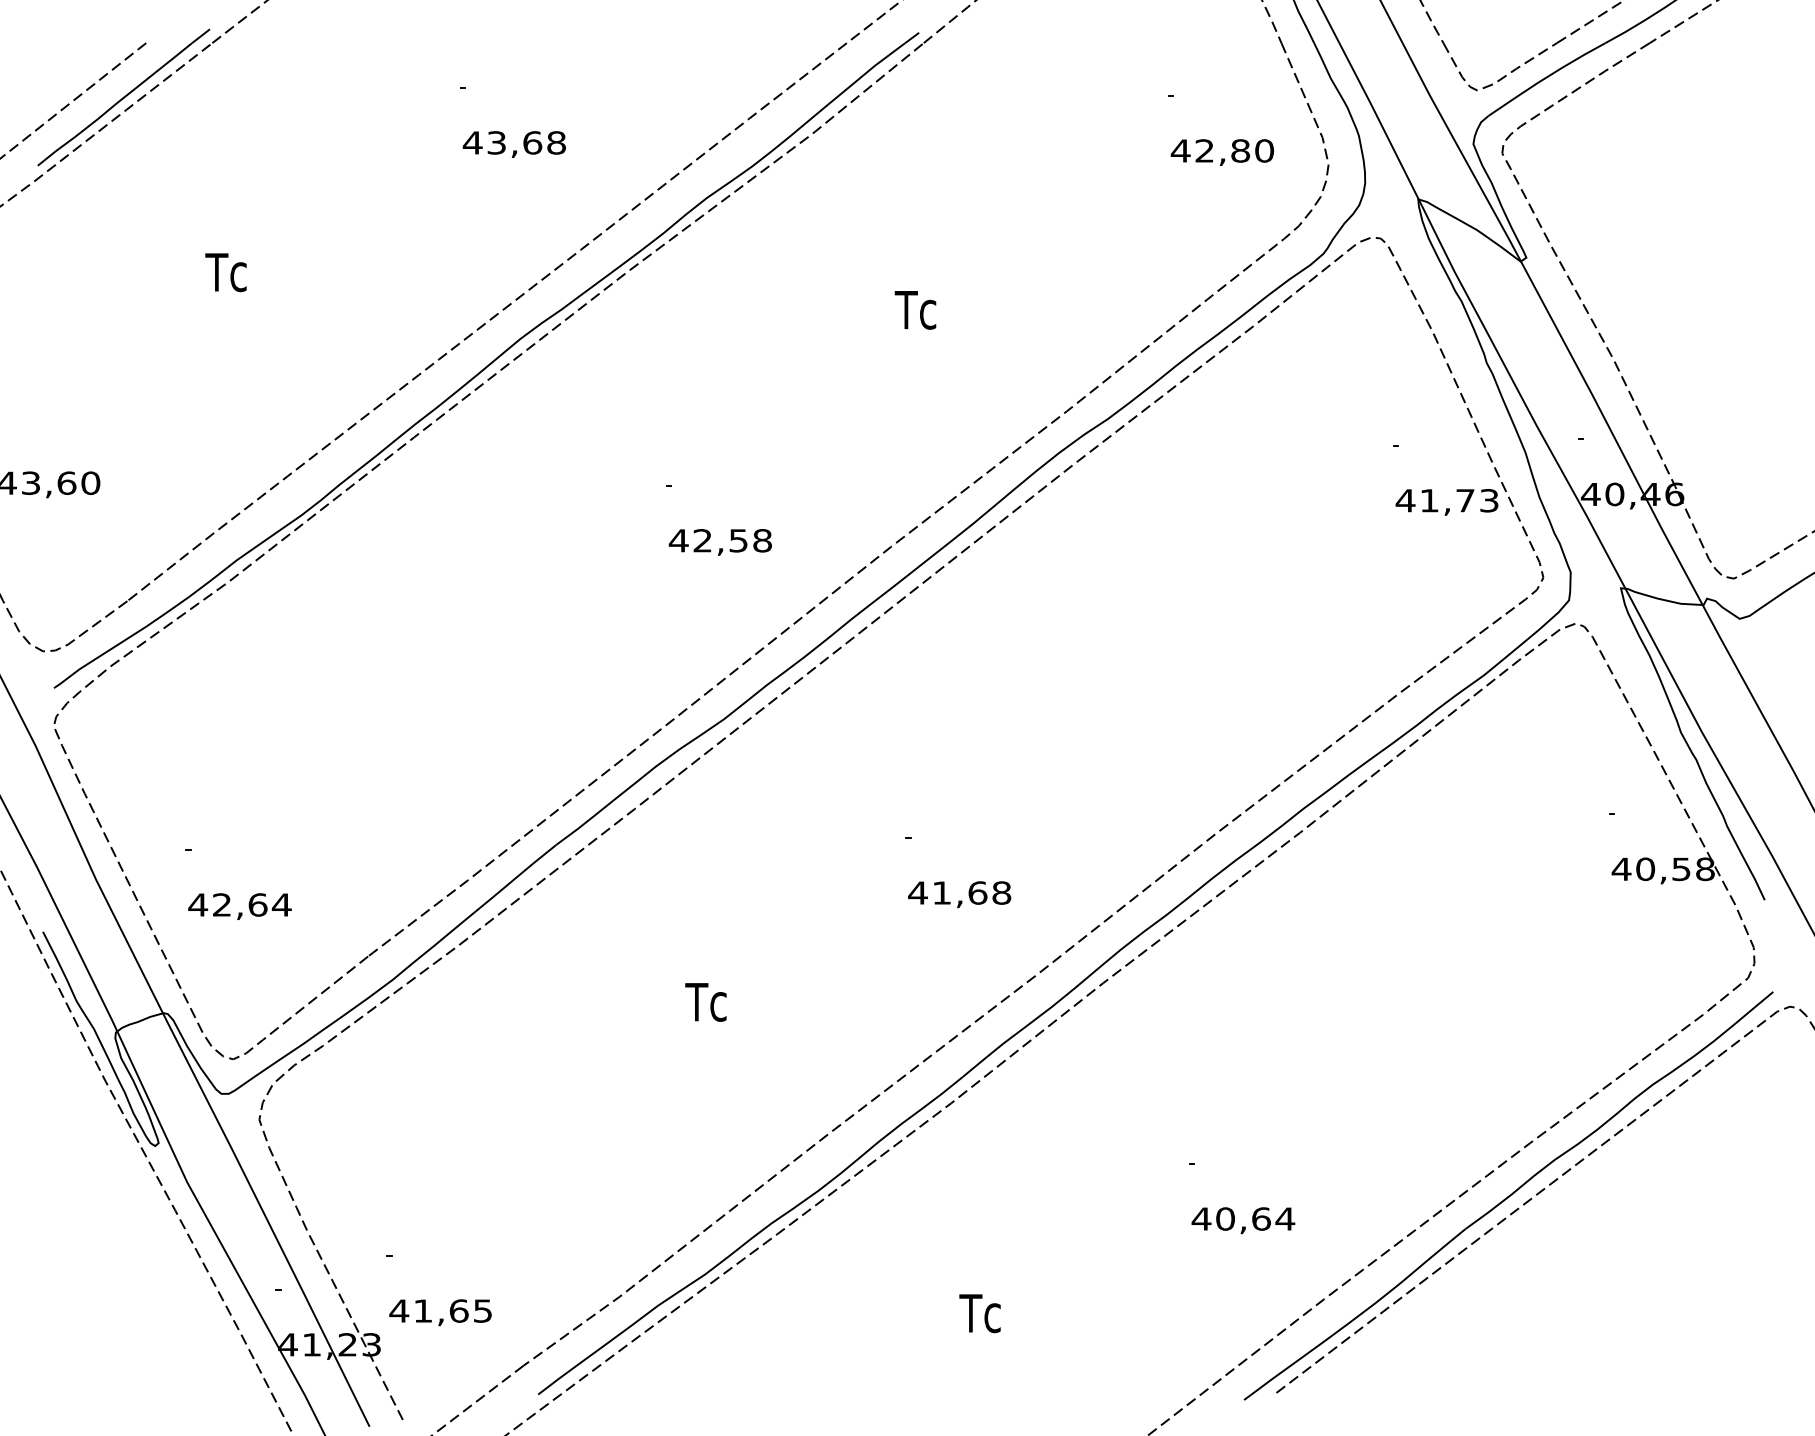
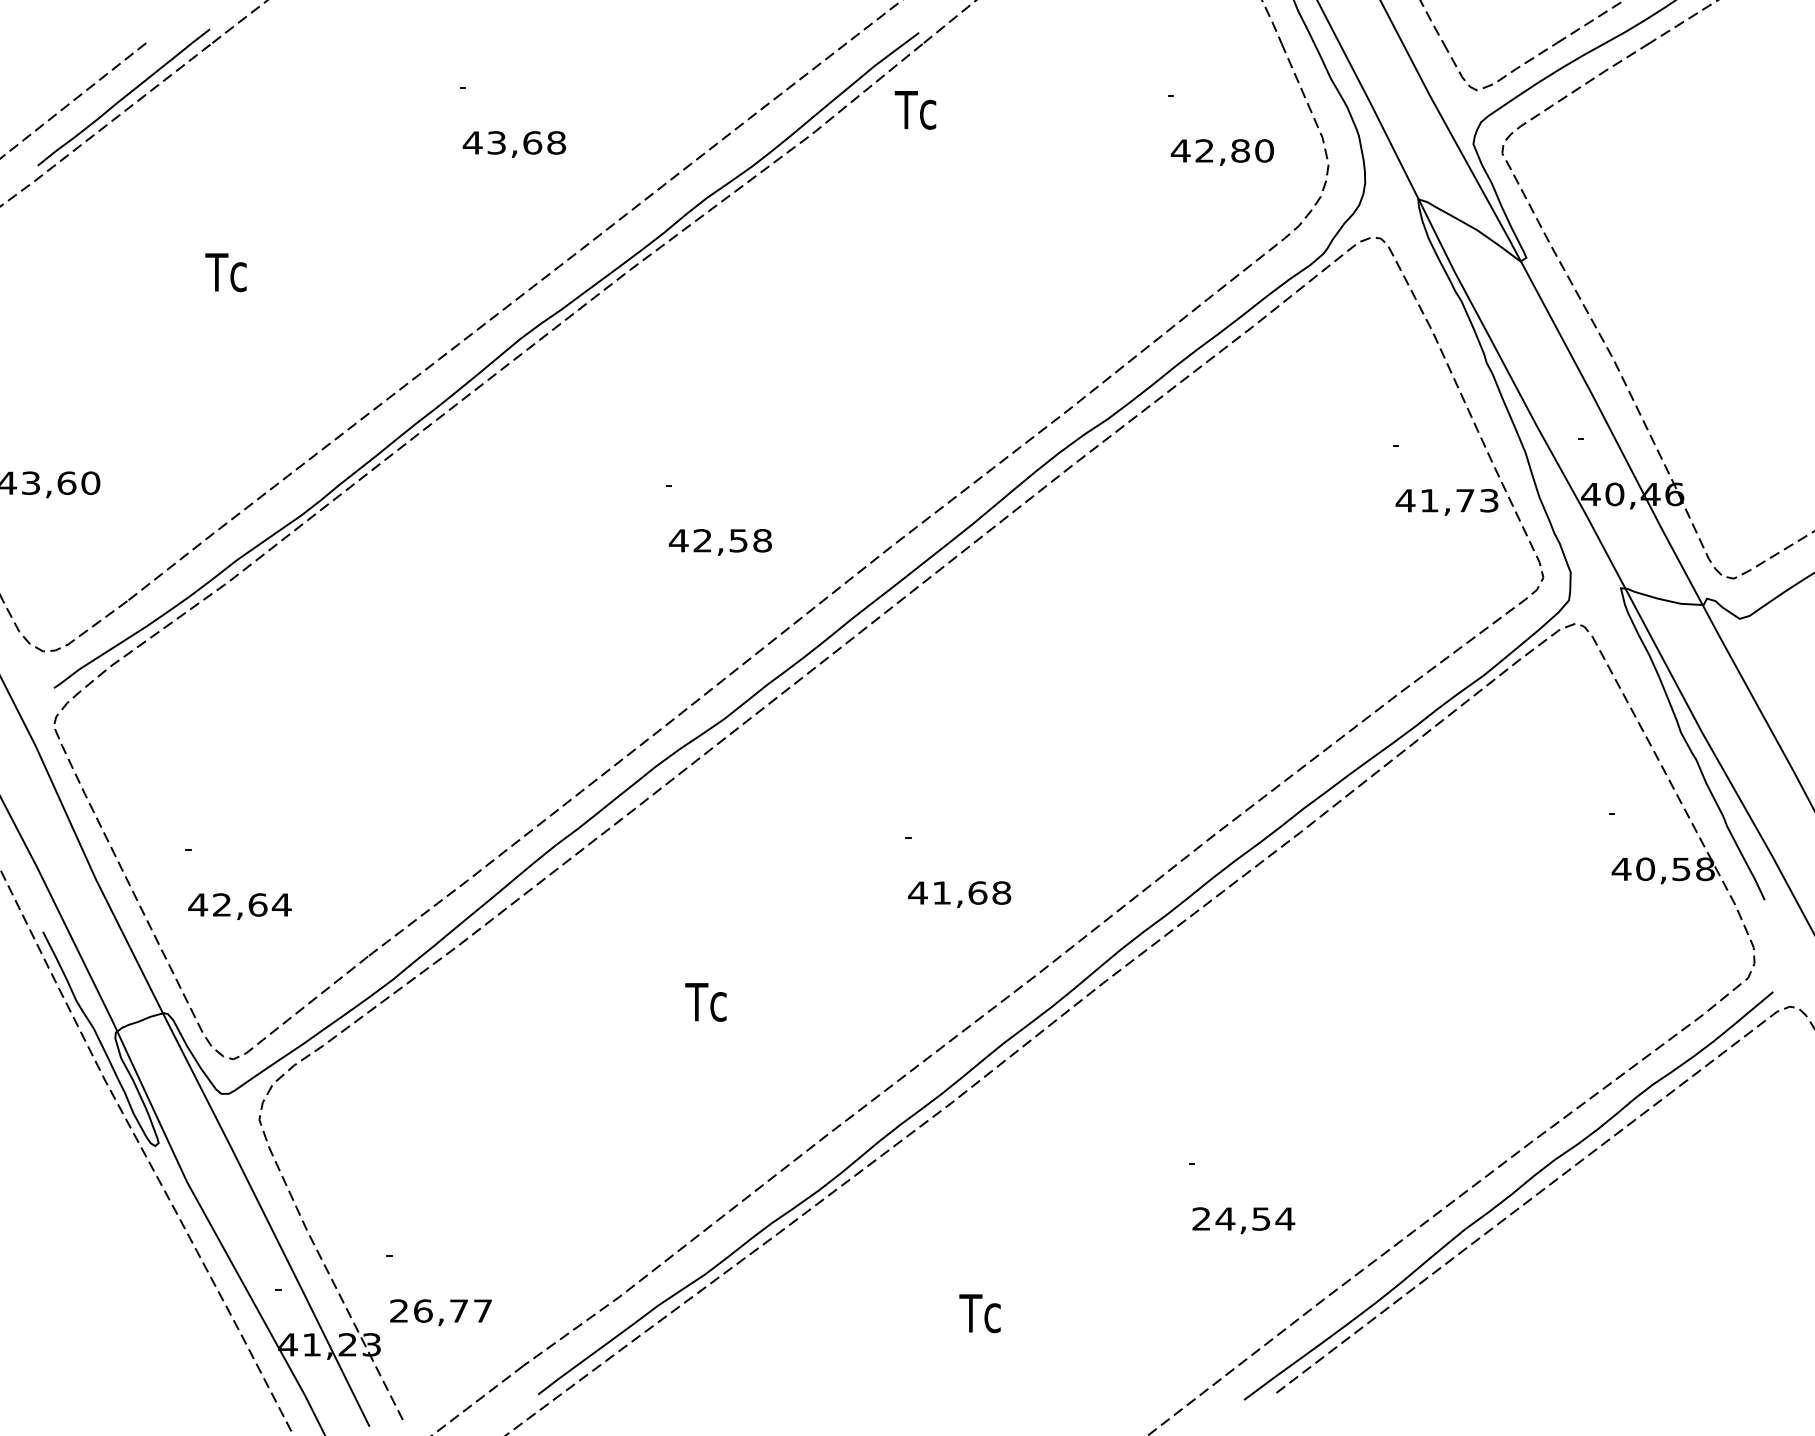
text at (915, 310) position: (915, 310) -> (915, 110)
text at (1230, 1218): 40,64 -> 24,54
text at (440, 1310): 41,65 -> 26,77
